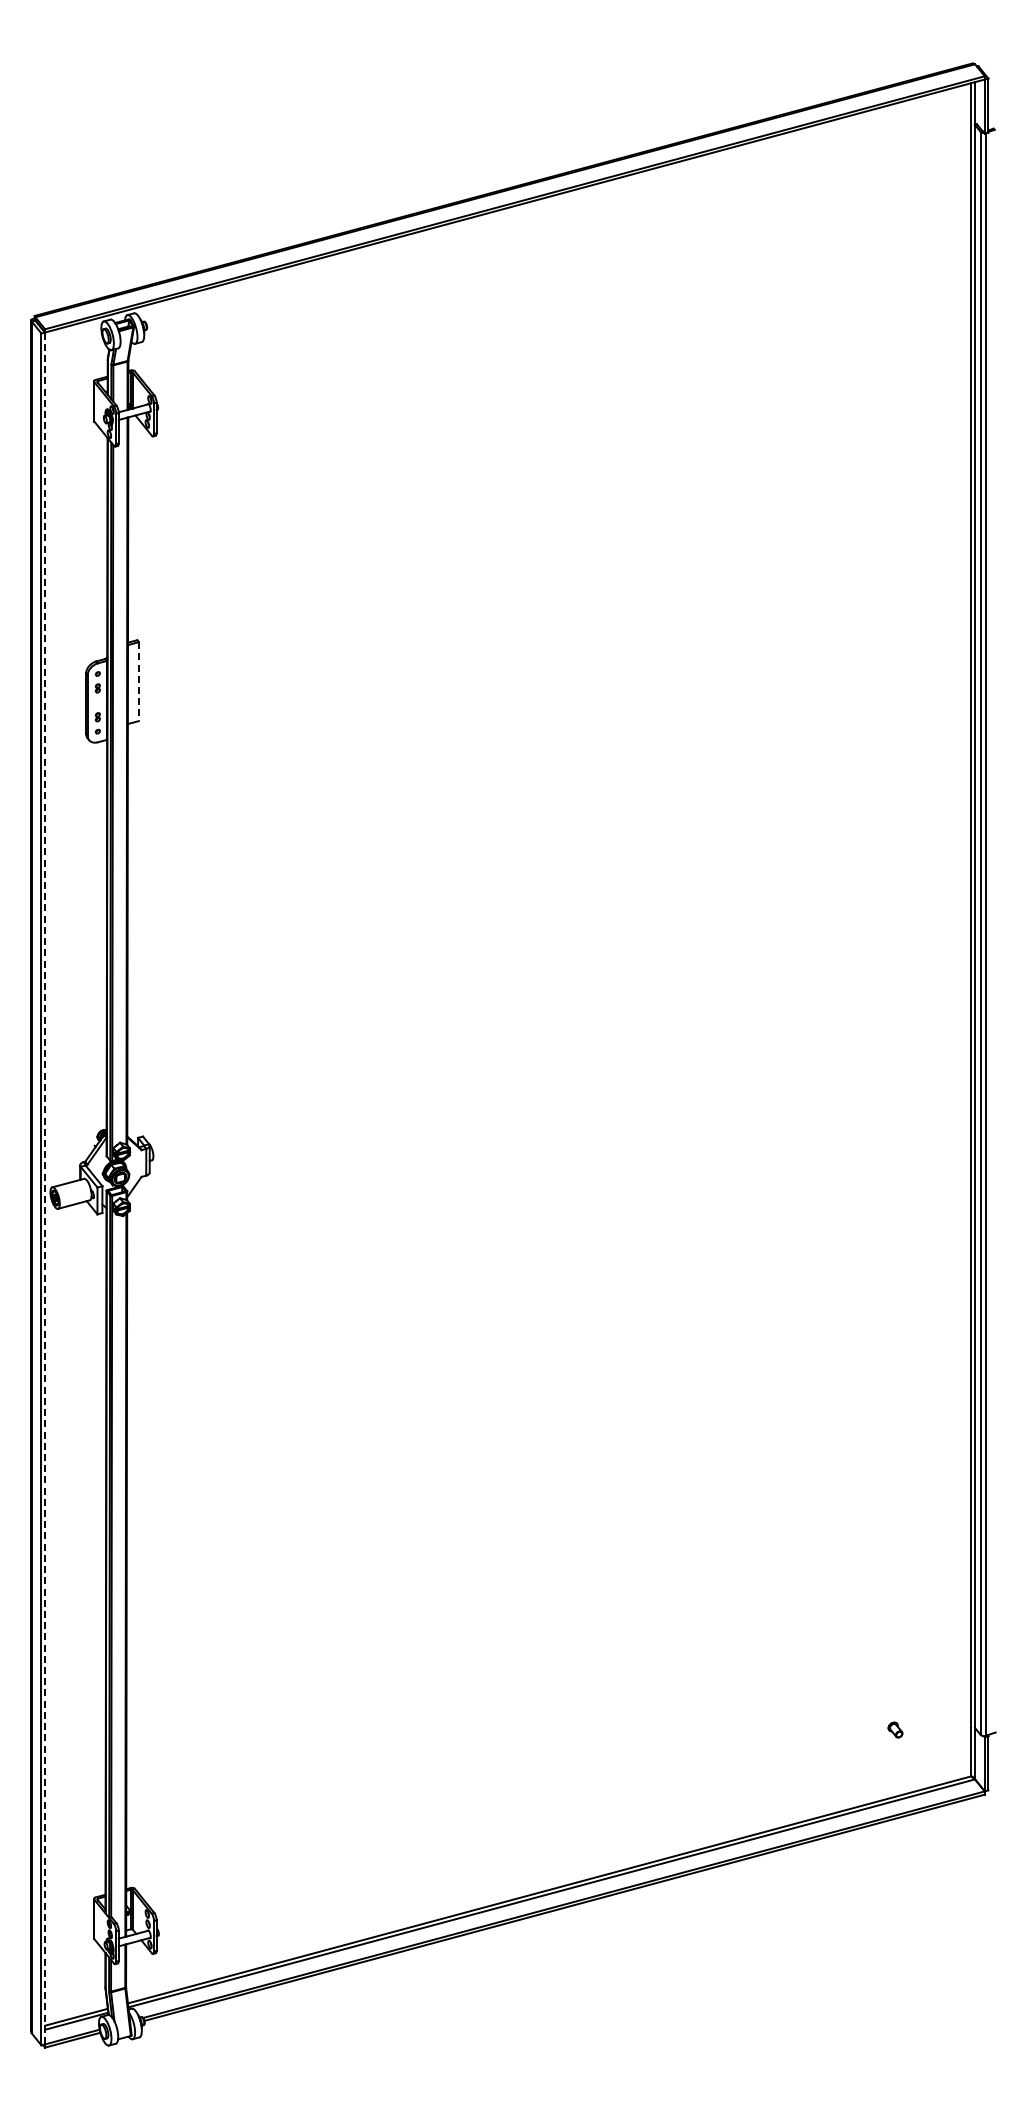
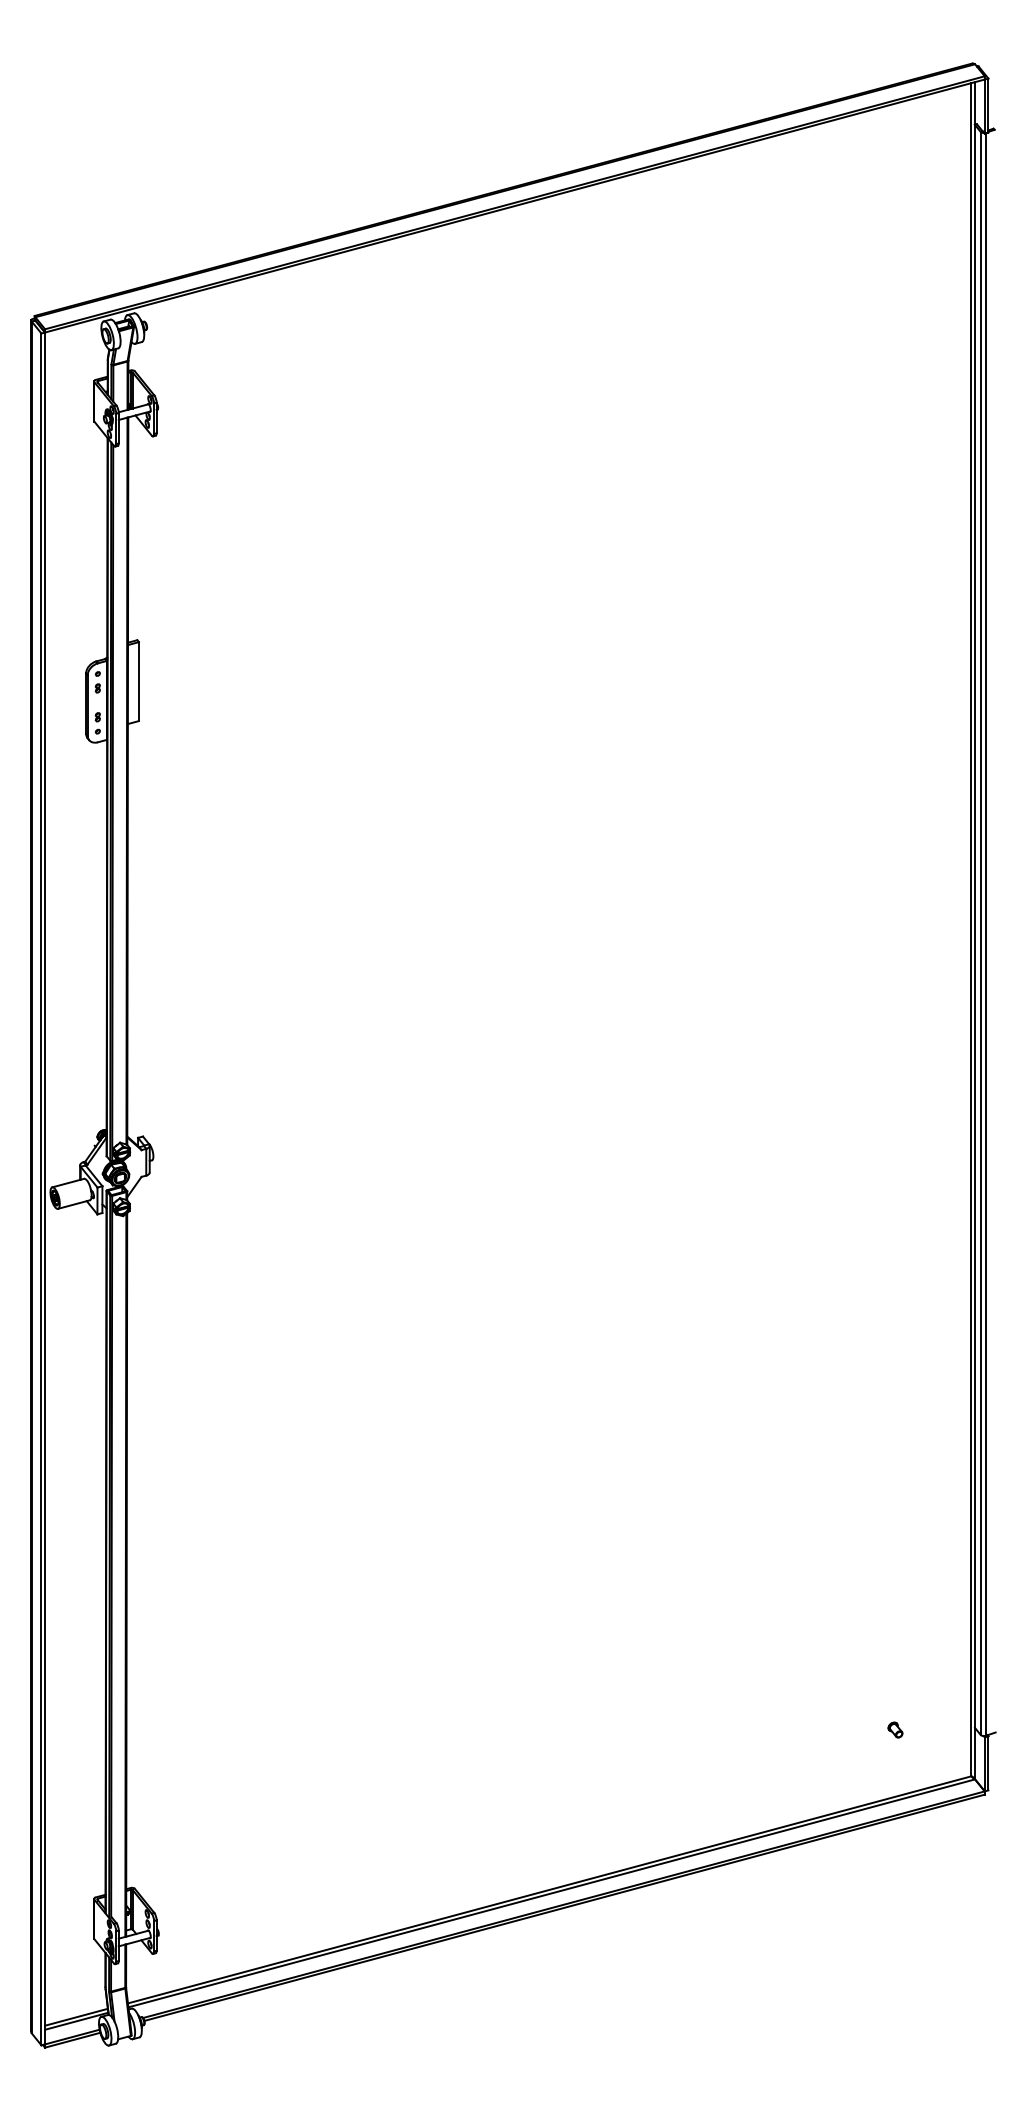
line at (138, 682): dashed -> solid
line at (45, 1188): dashed -> solid
